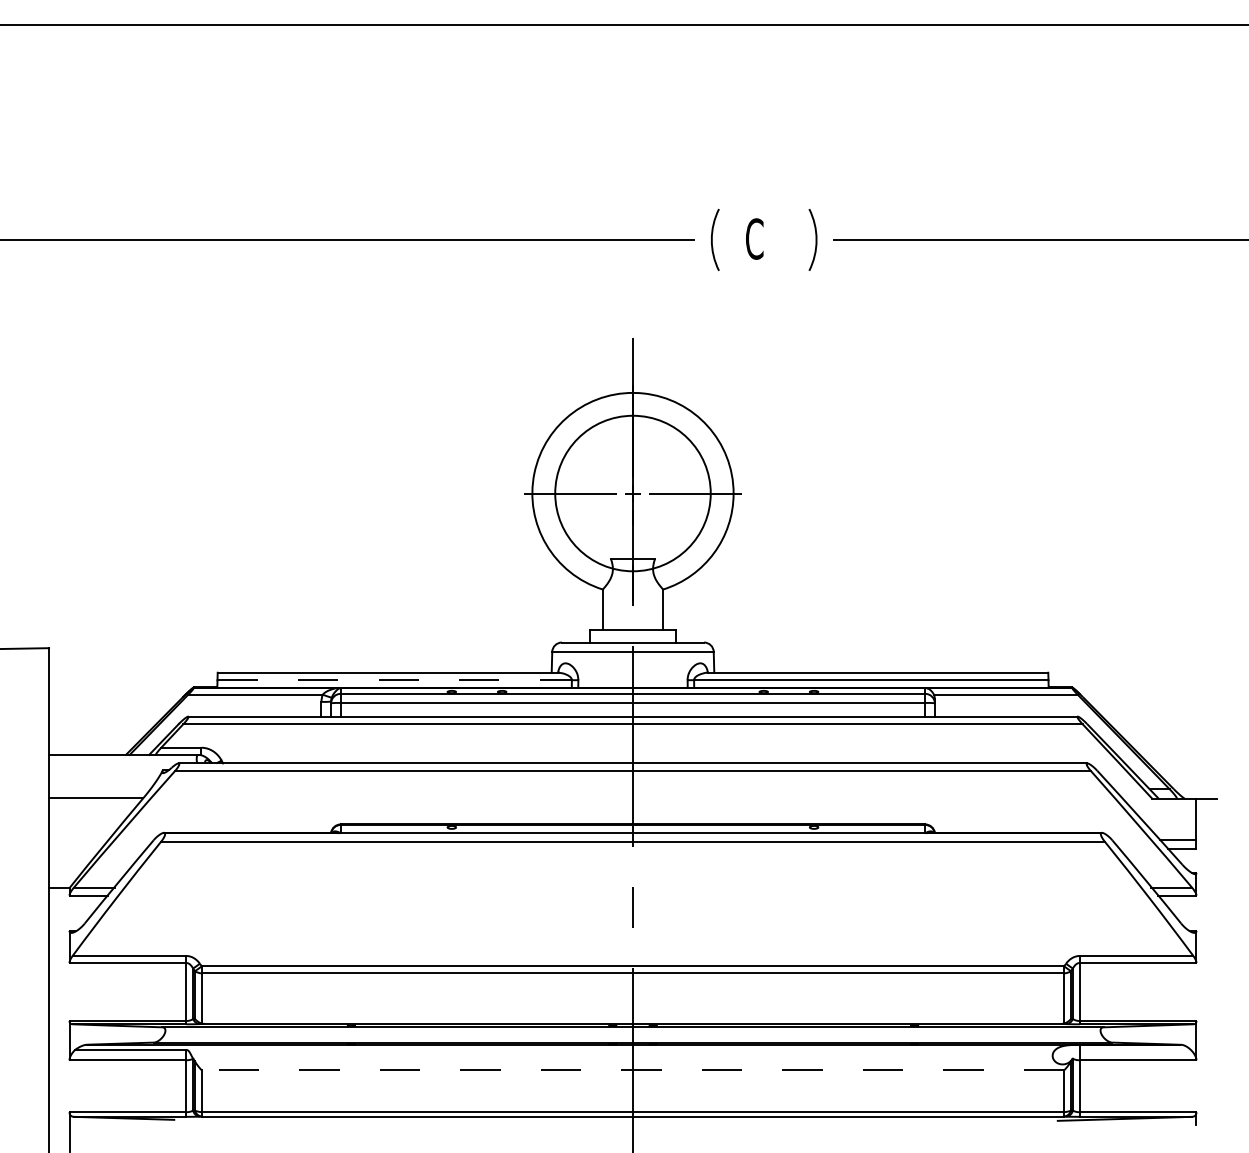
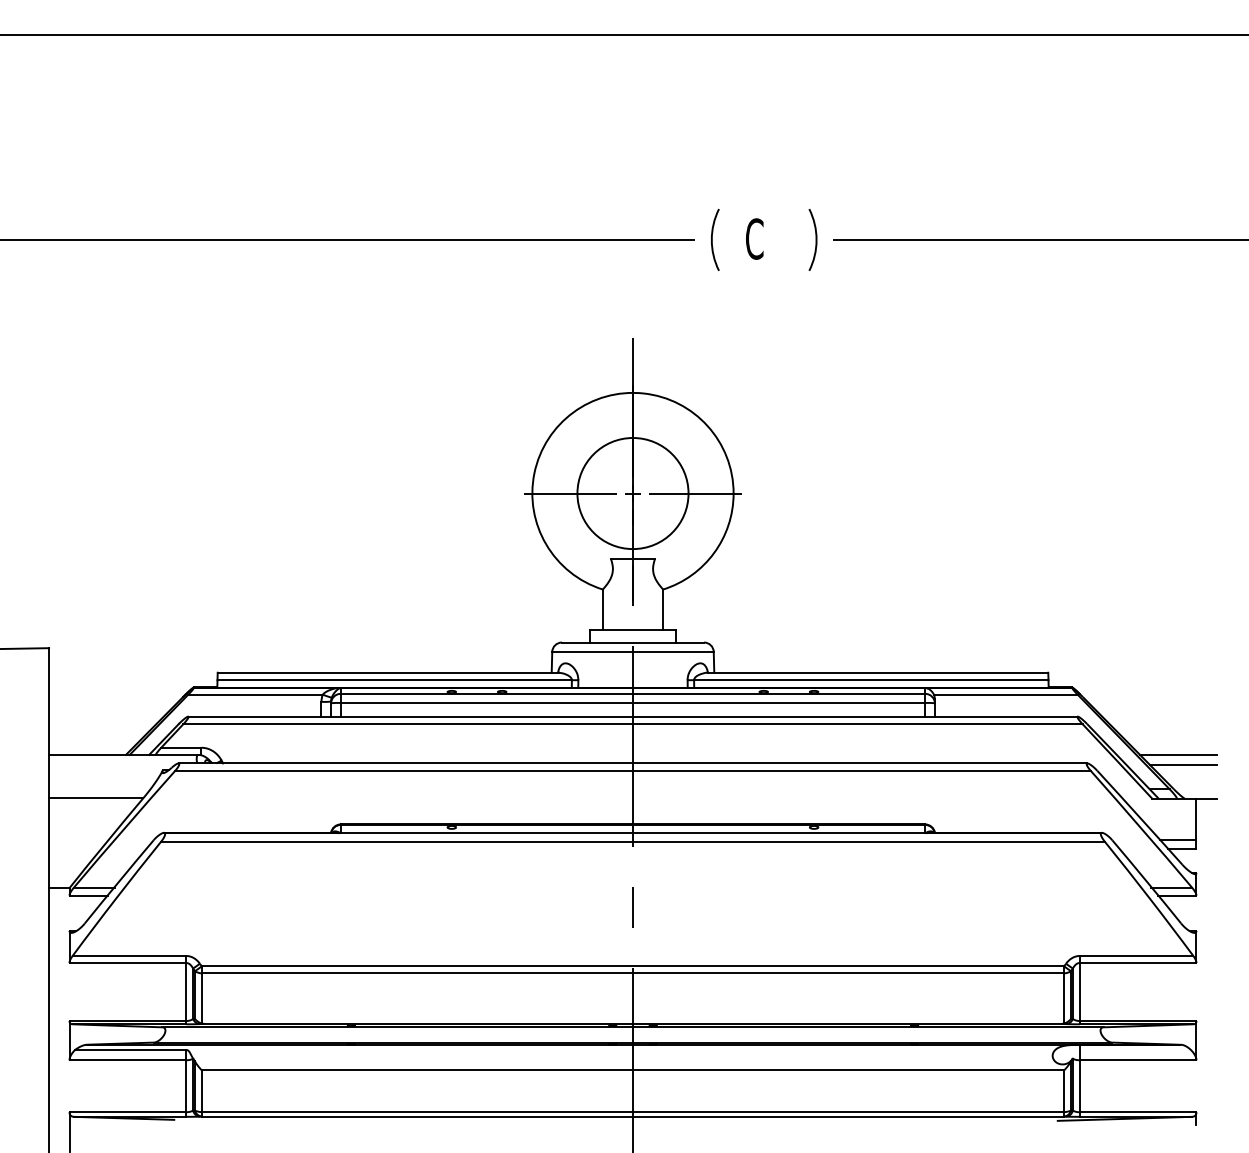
line at (623, 24) position: (623, 24) -> (623, 34)
circle at (632, 493) diameter: 156 px -> 111 px
line at (395, 680): dashed -> solid
line at (1178, 754): none -> present
line at (1183, 765): none -> present
line at (632, 1070): dashed -> solid
